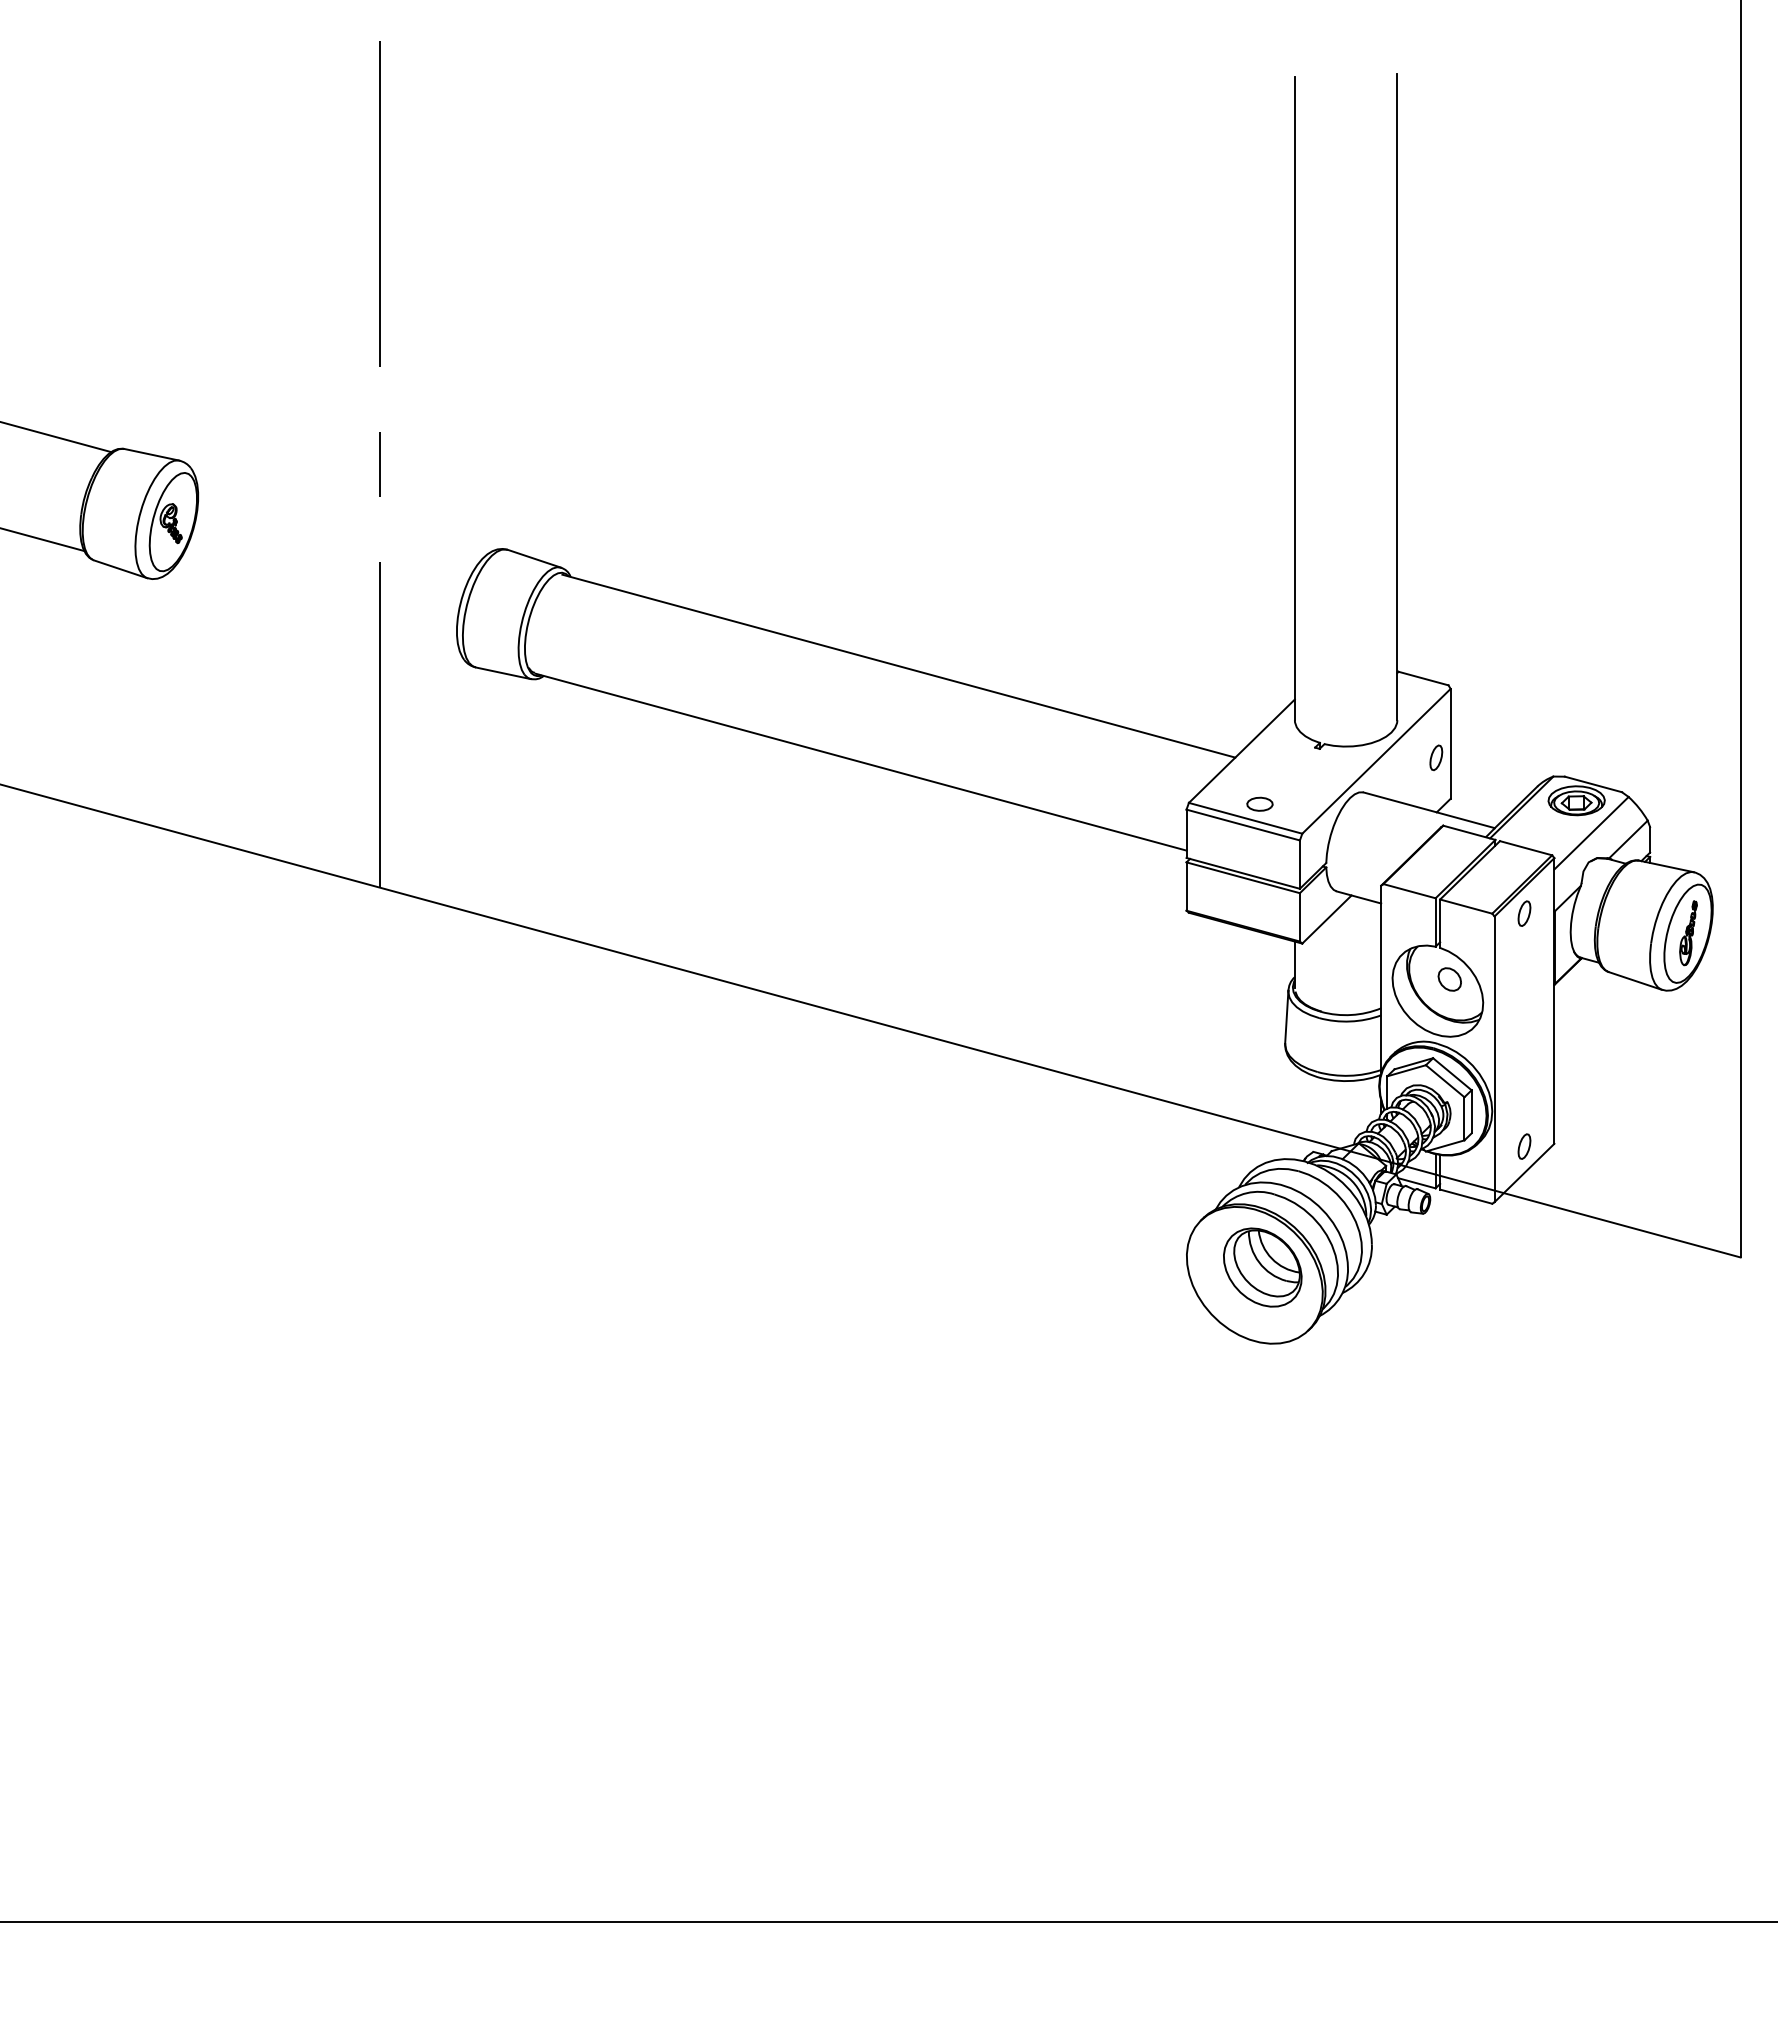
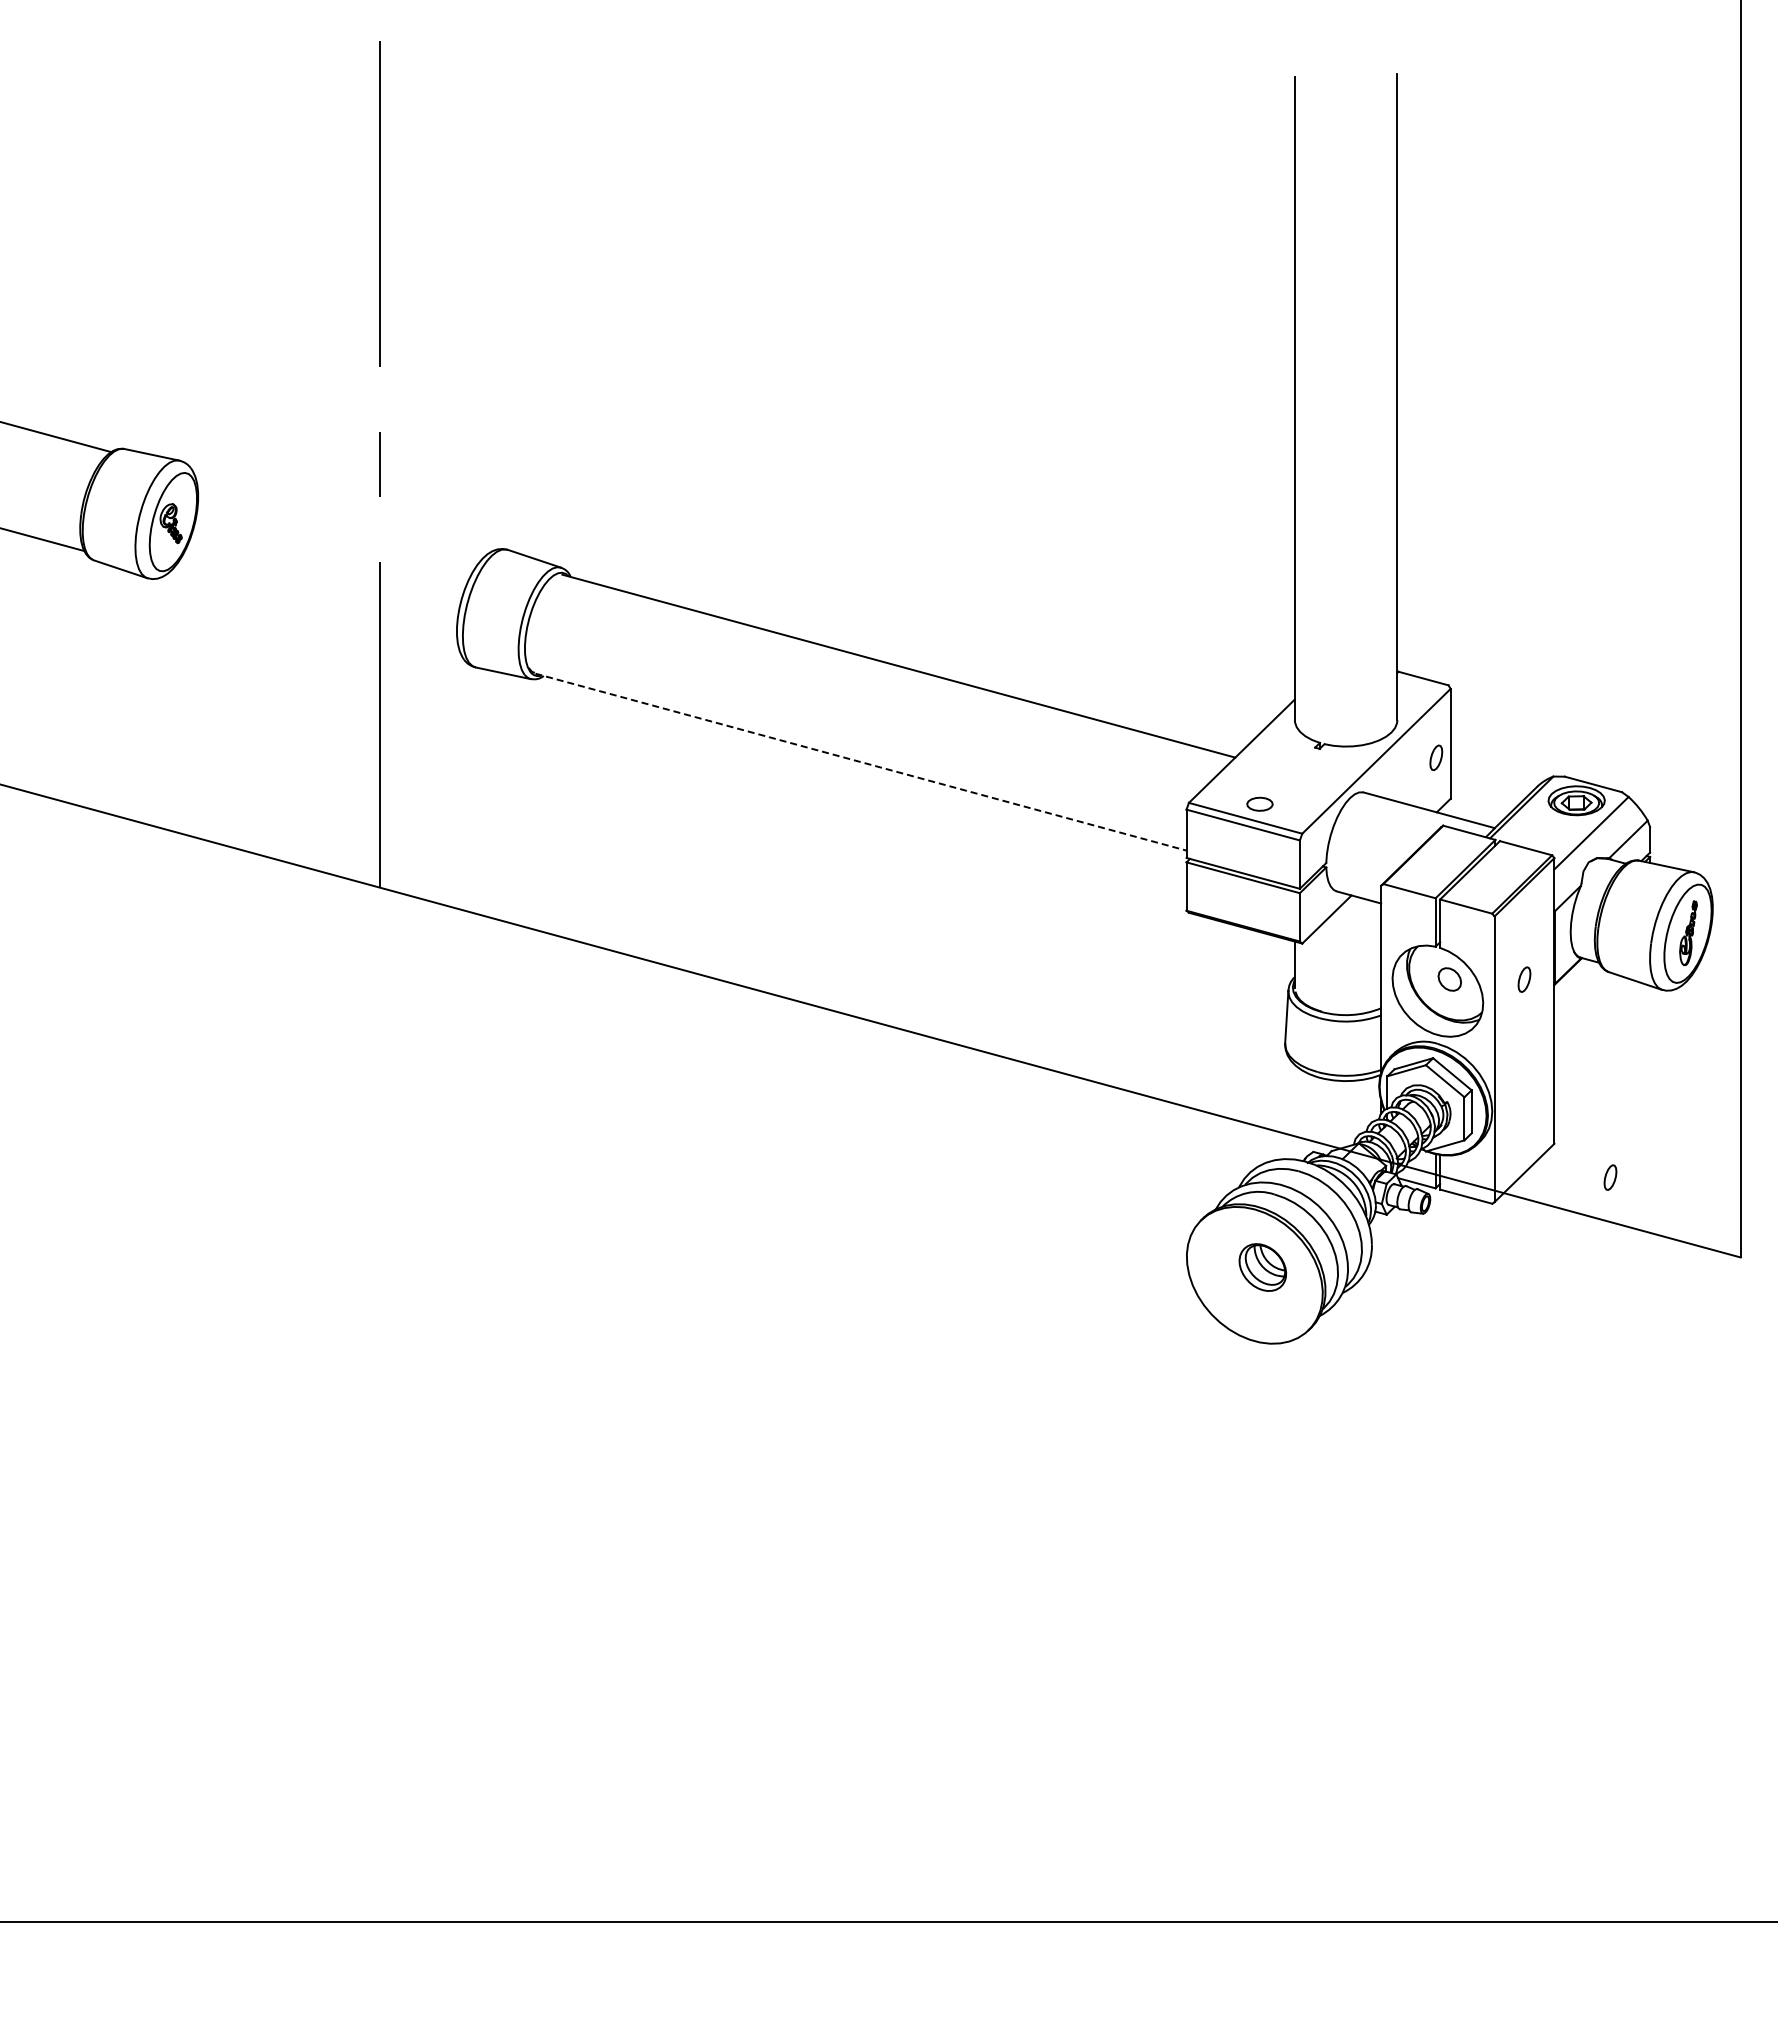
line at (861, 762): solid -> dashed
part at (1524, 913) position: (1524, 913) -> (1524, 979)
part at (1524, 1146) position: (1524, 1146) -> (1610, 1177)
part at (1262, 1267) size: 80x81 px -> 50x49 px
